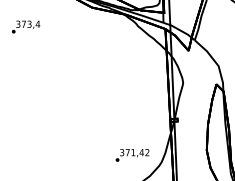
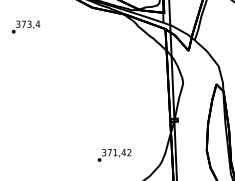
text at (132, 155) position: (132, 155) -> (114, 155)
